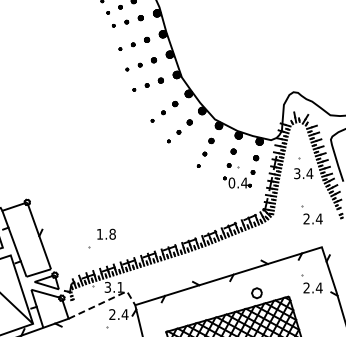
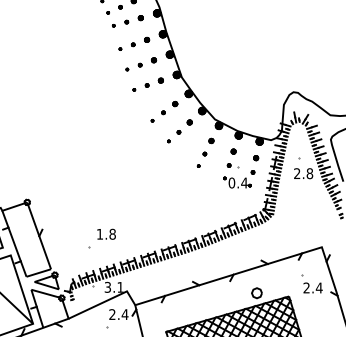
text at (303, 173): 3.4 -> 2.8
part at (311, 214): present -> none
line at (106, 301): dashed -> solid
